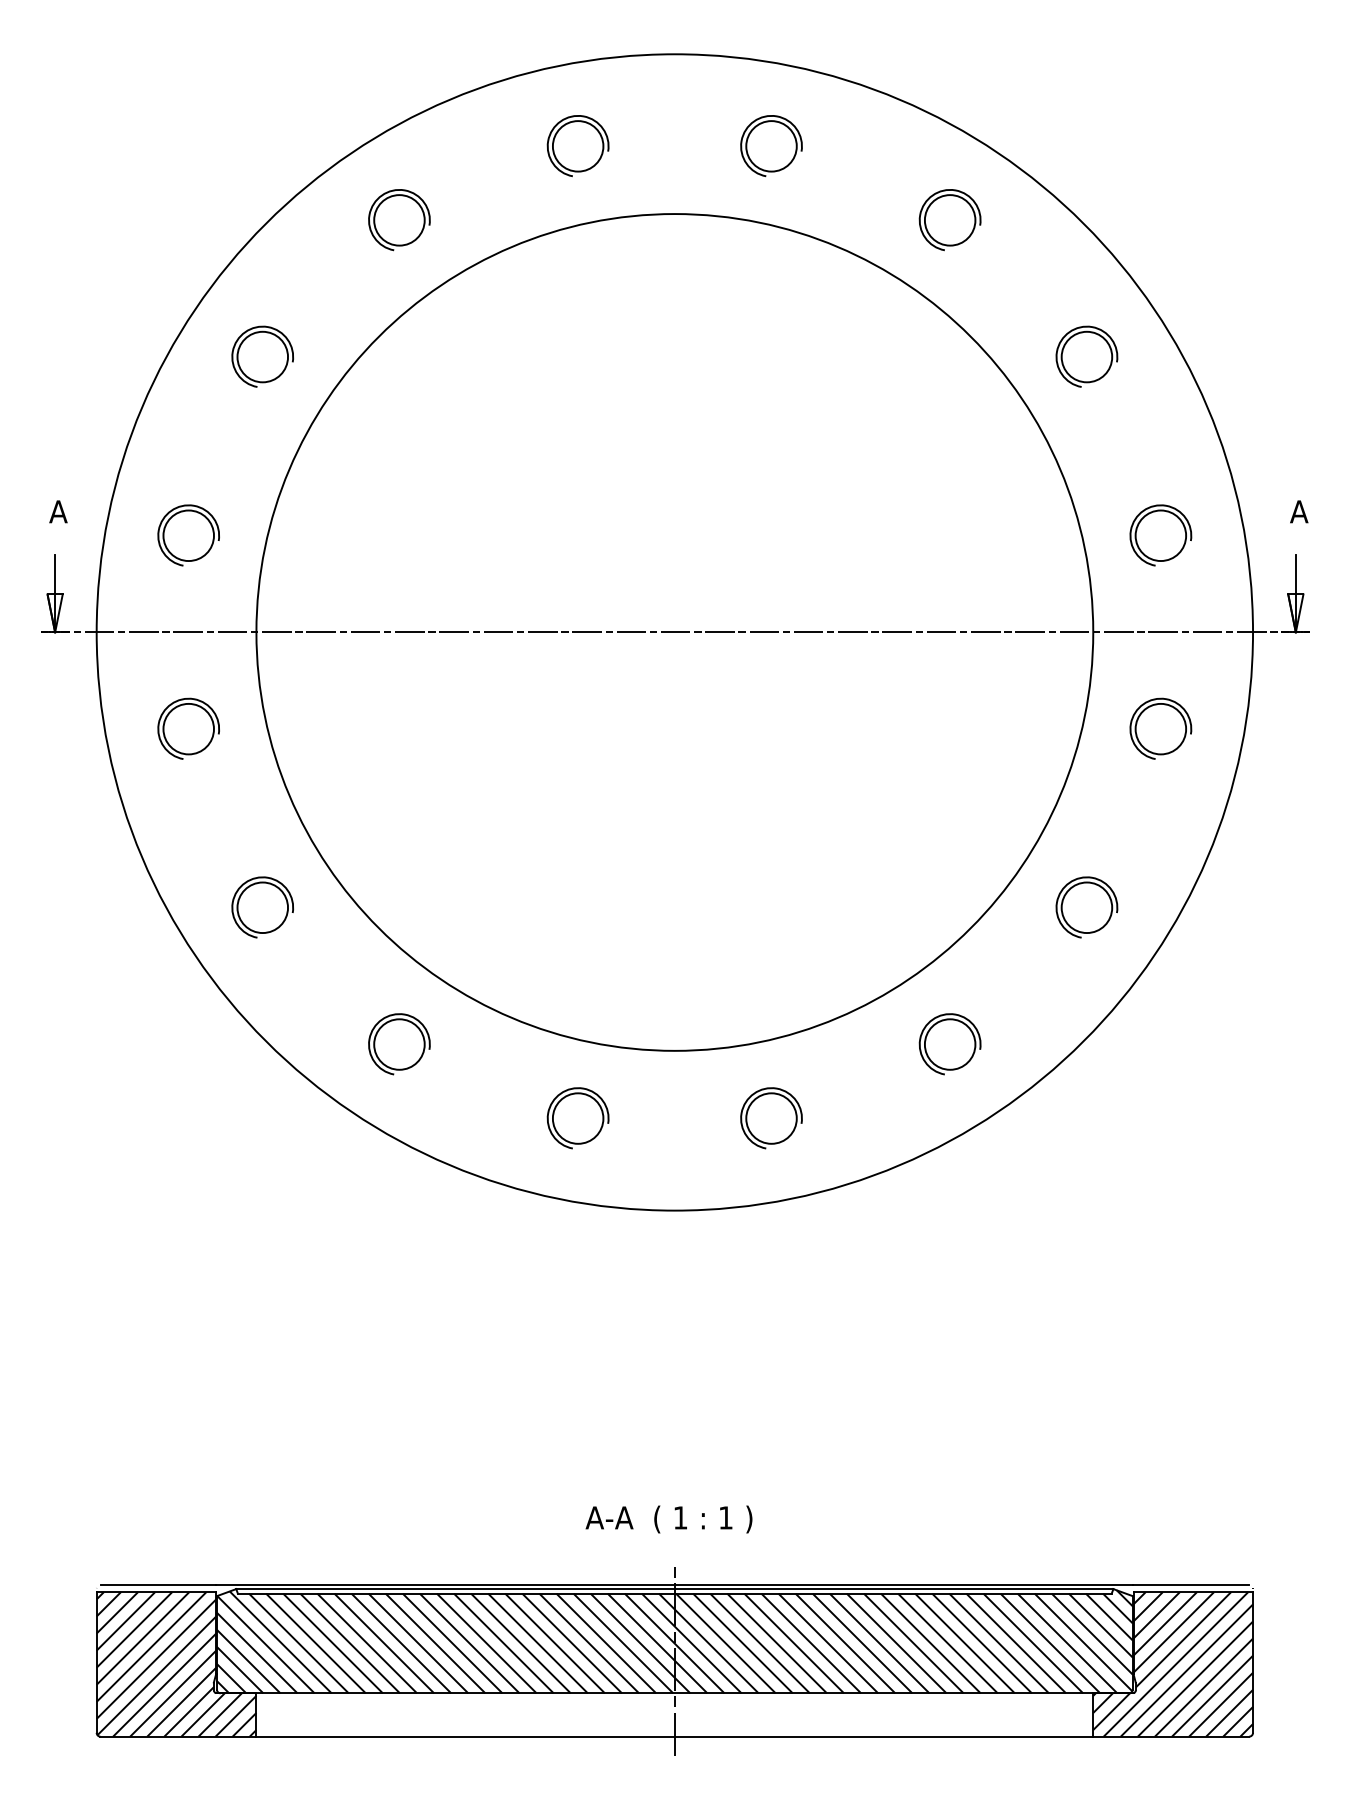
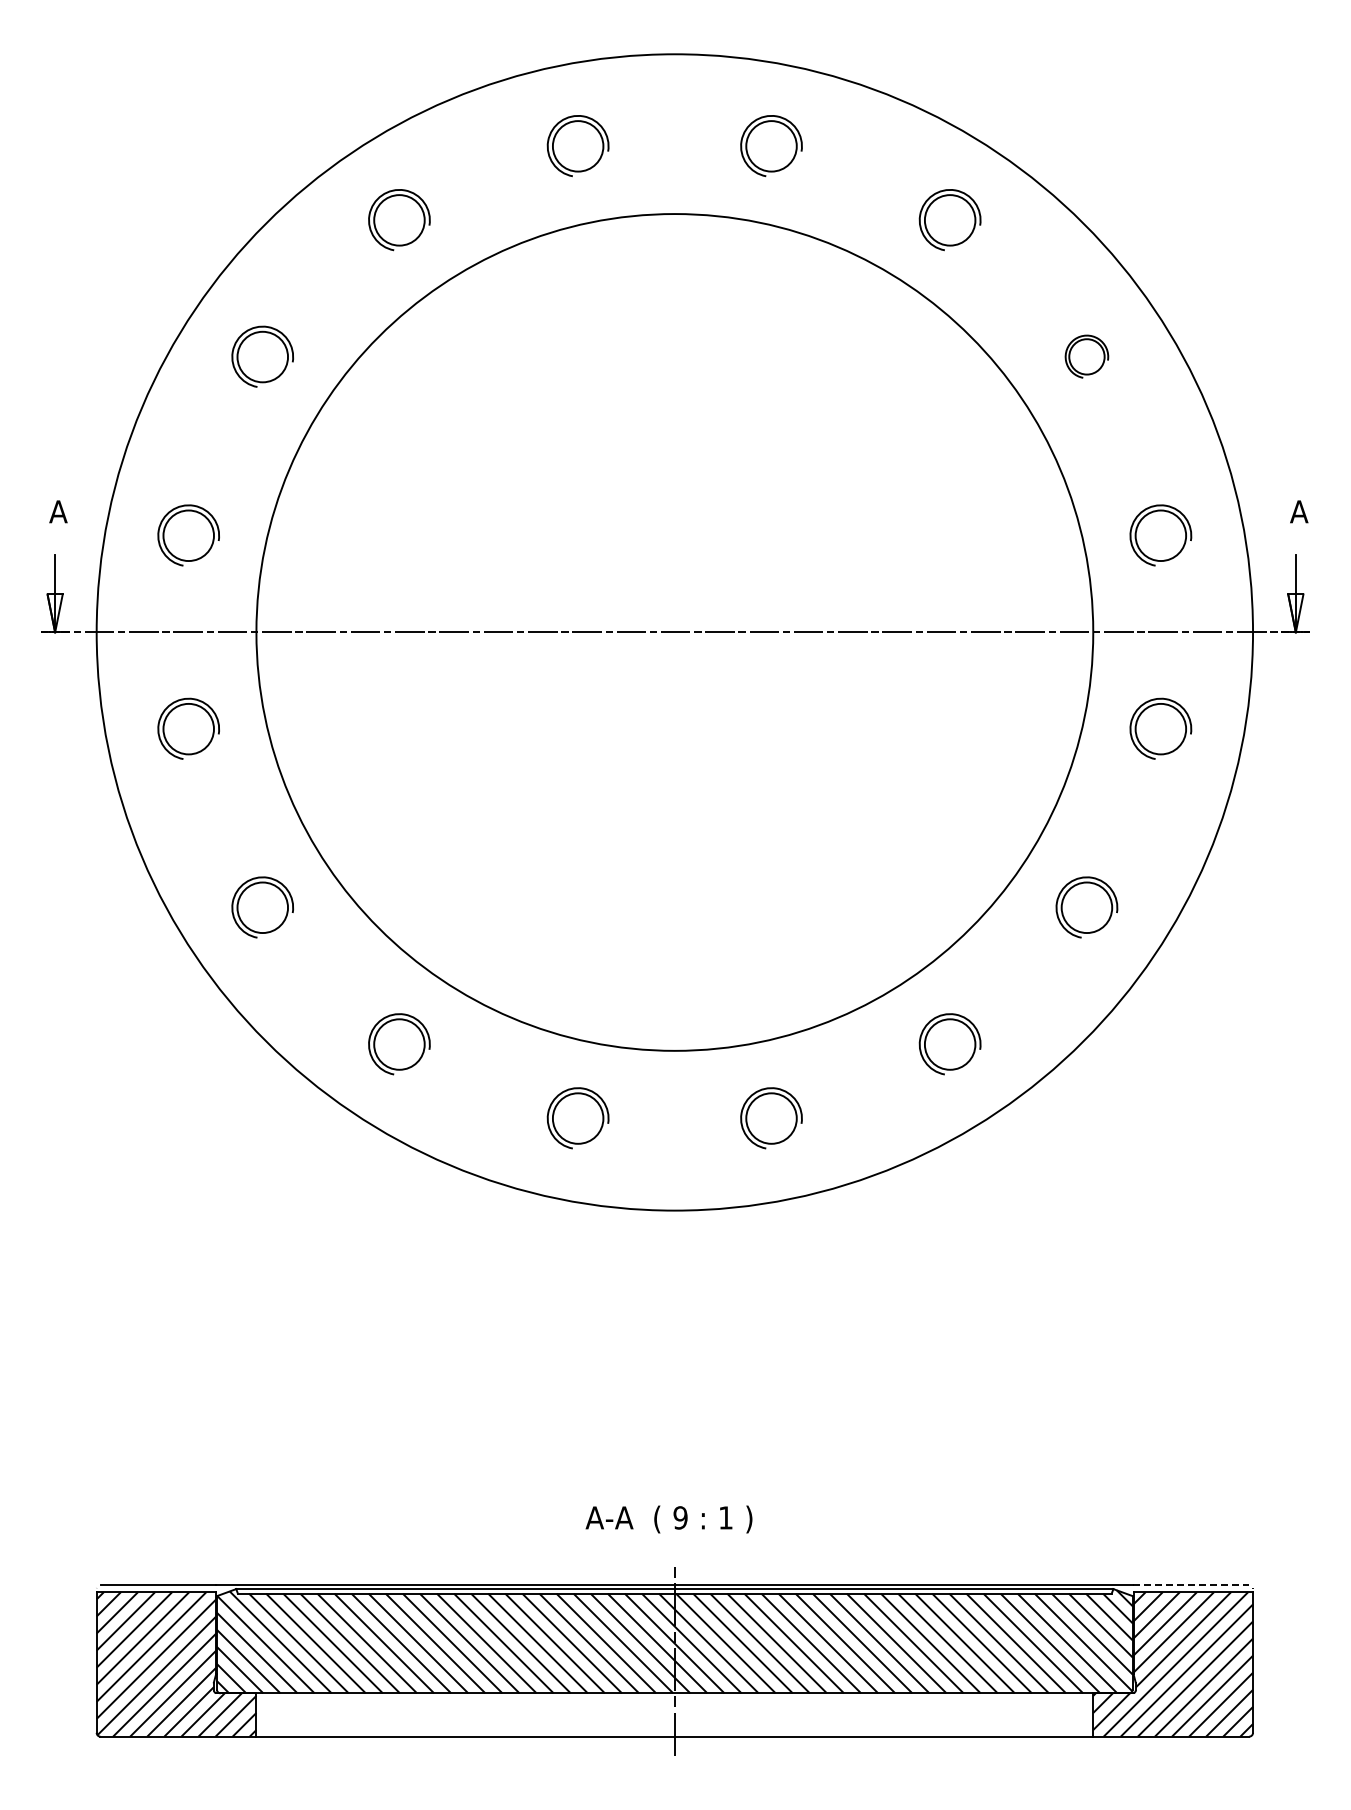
part at (1086, 356) size: 64x63 px -> 46x45 px
text at (680, 1517): 1 -> 9
line at (1191, 1584): solid -> dashed
